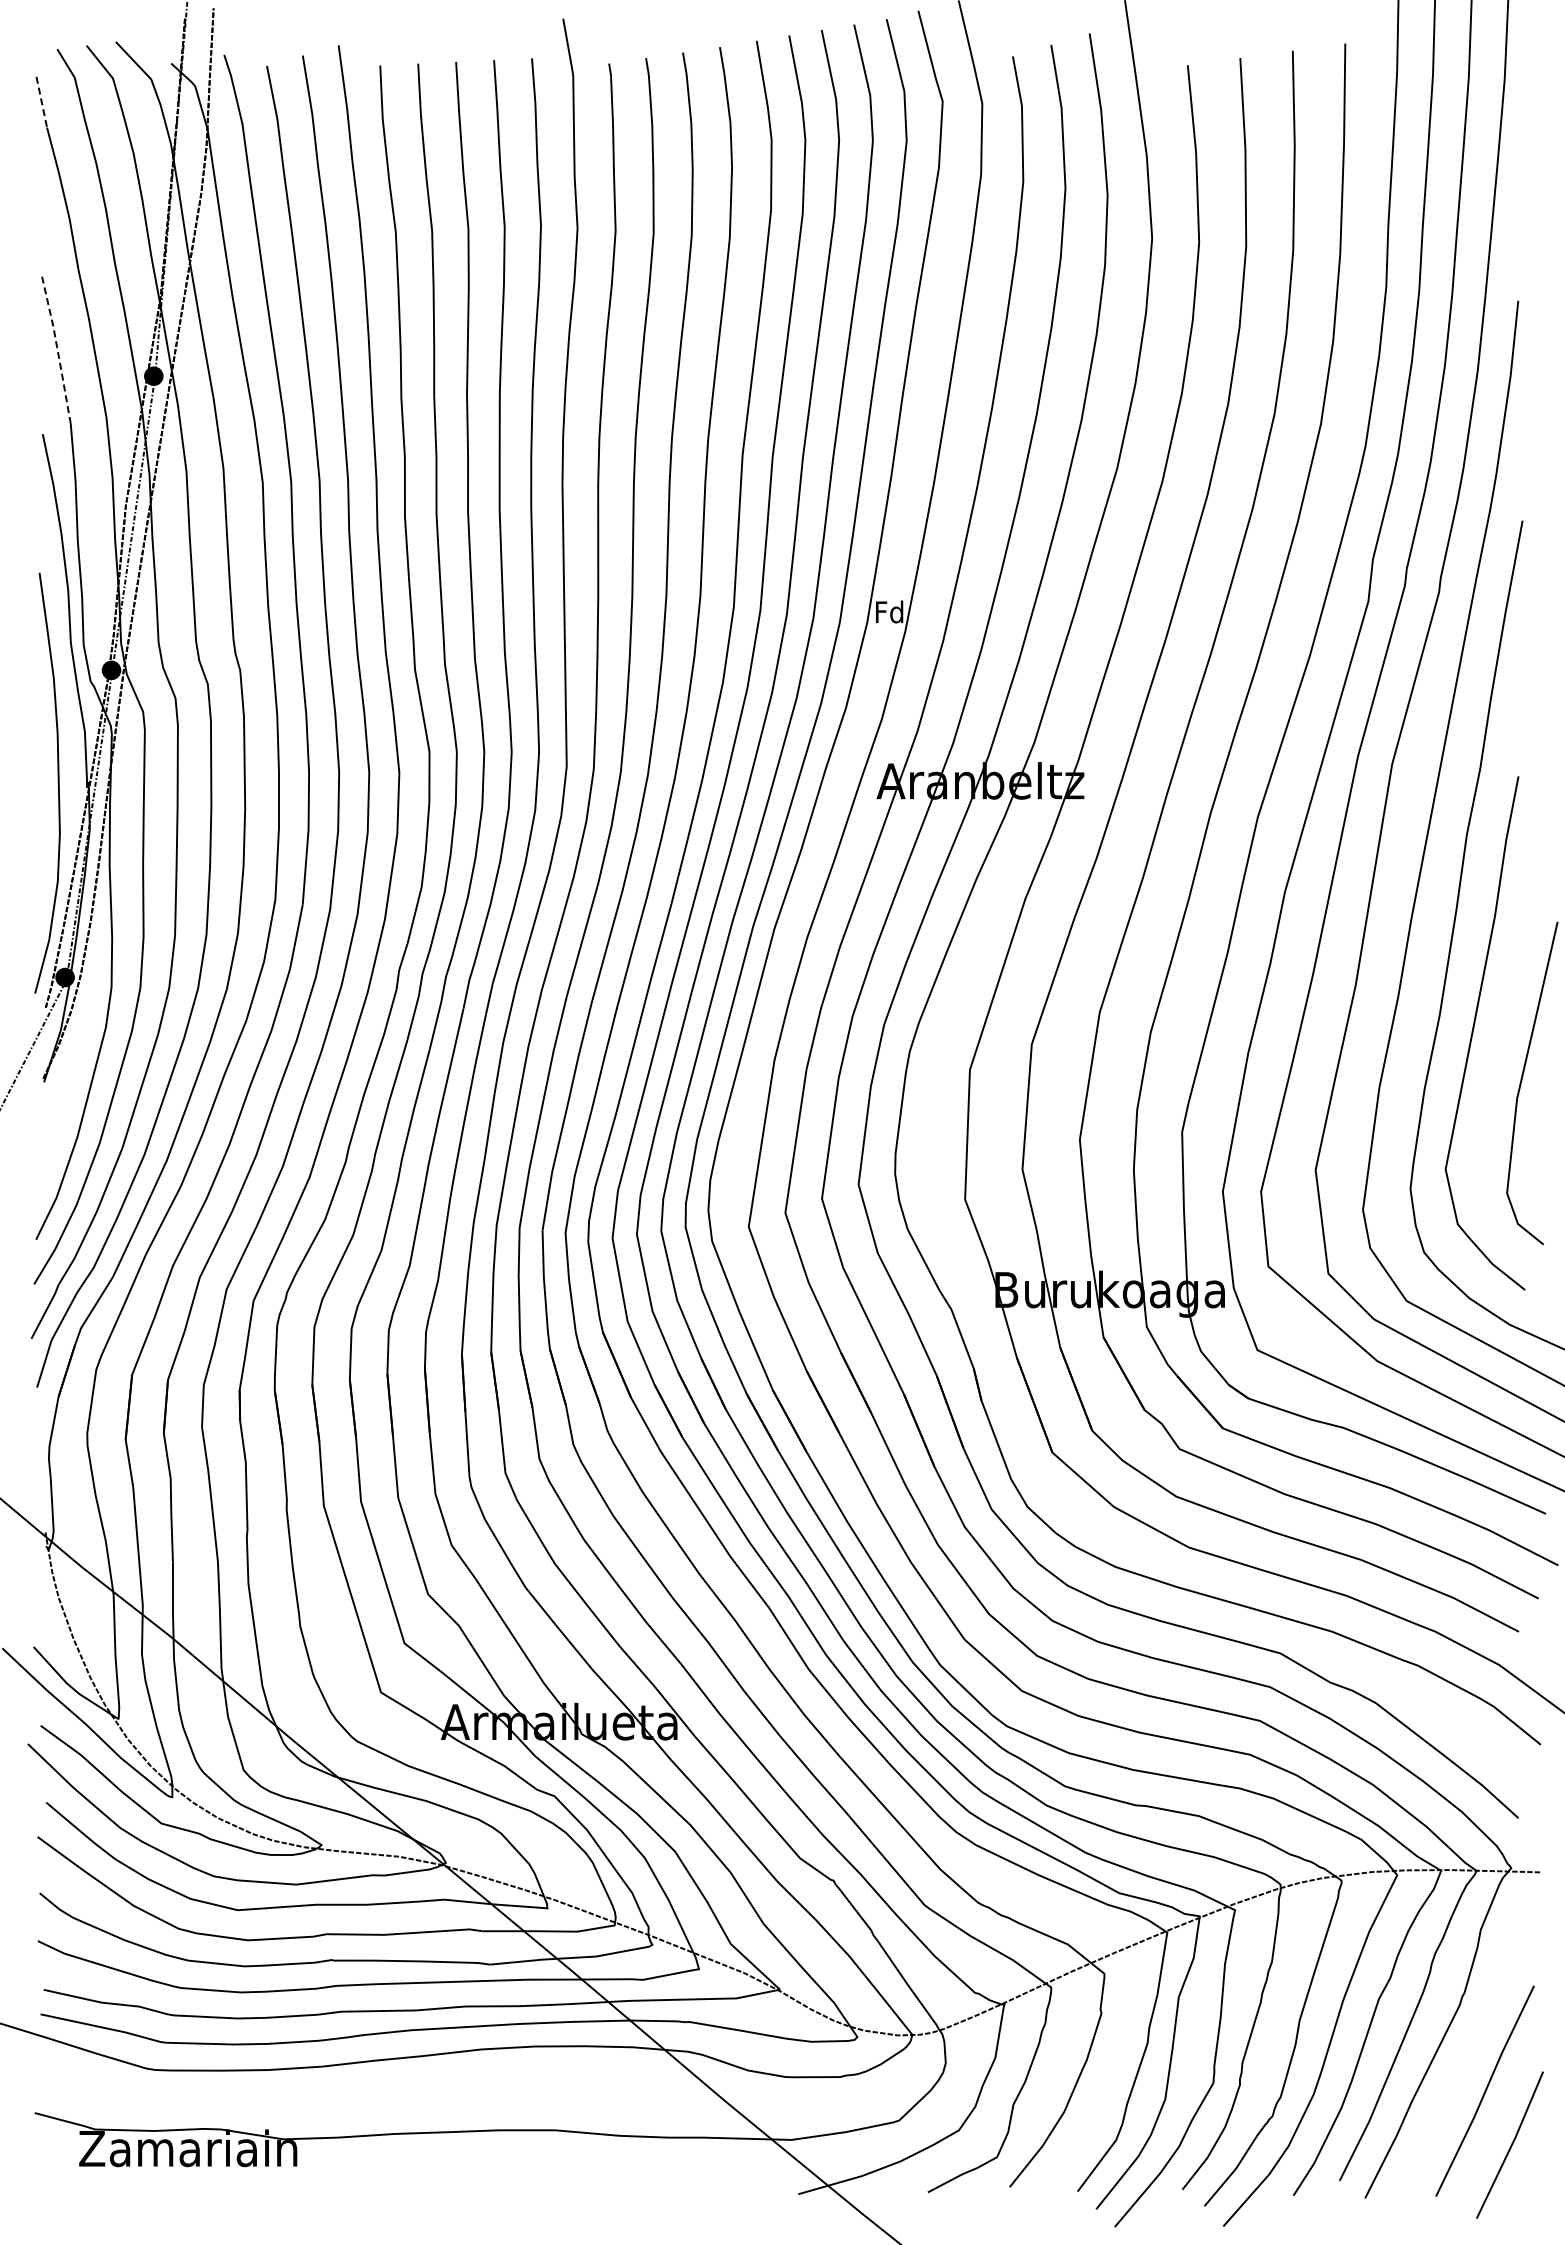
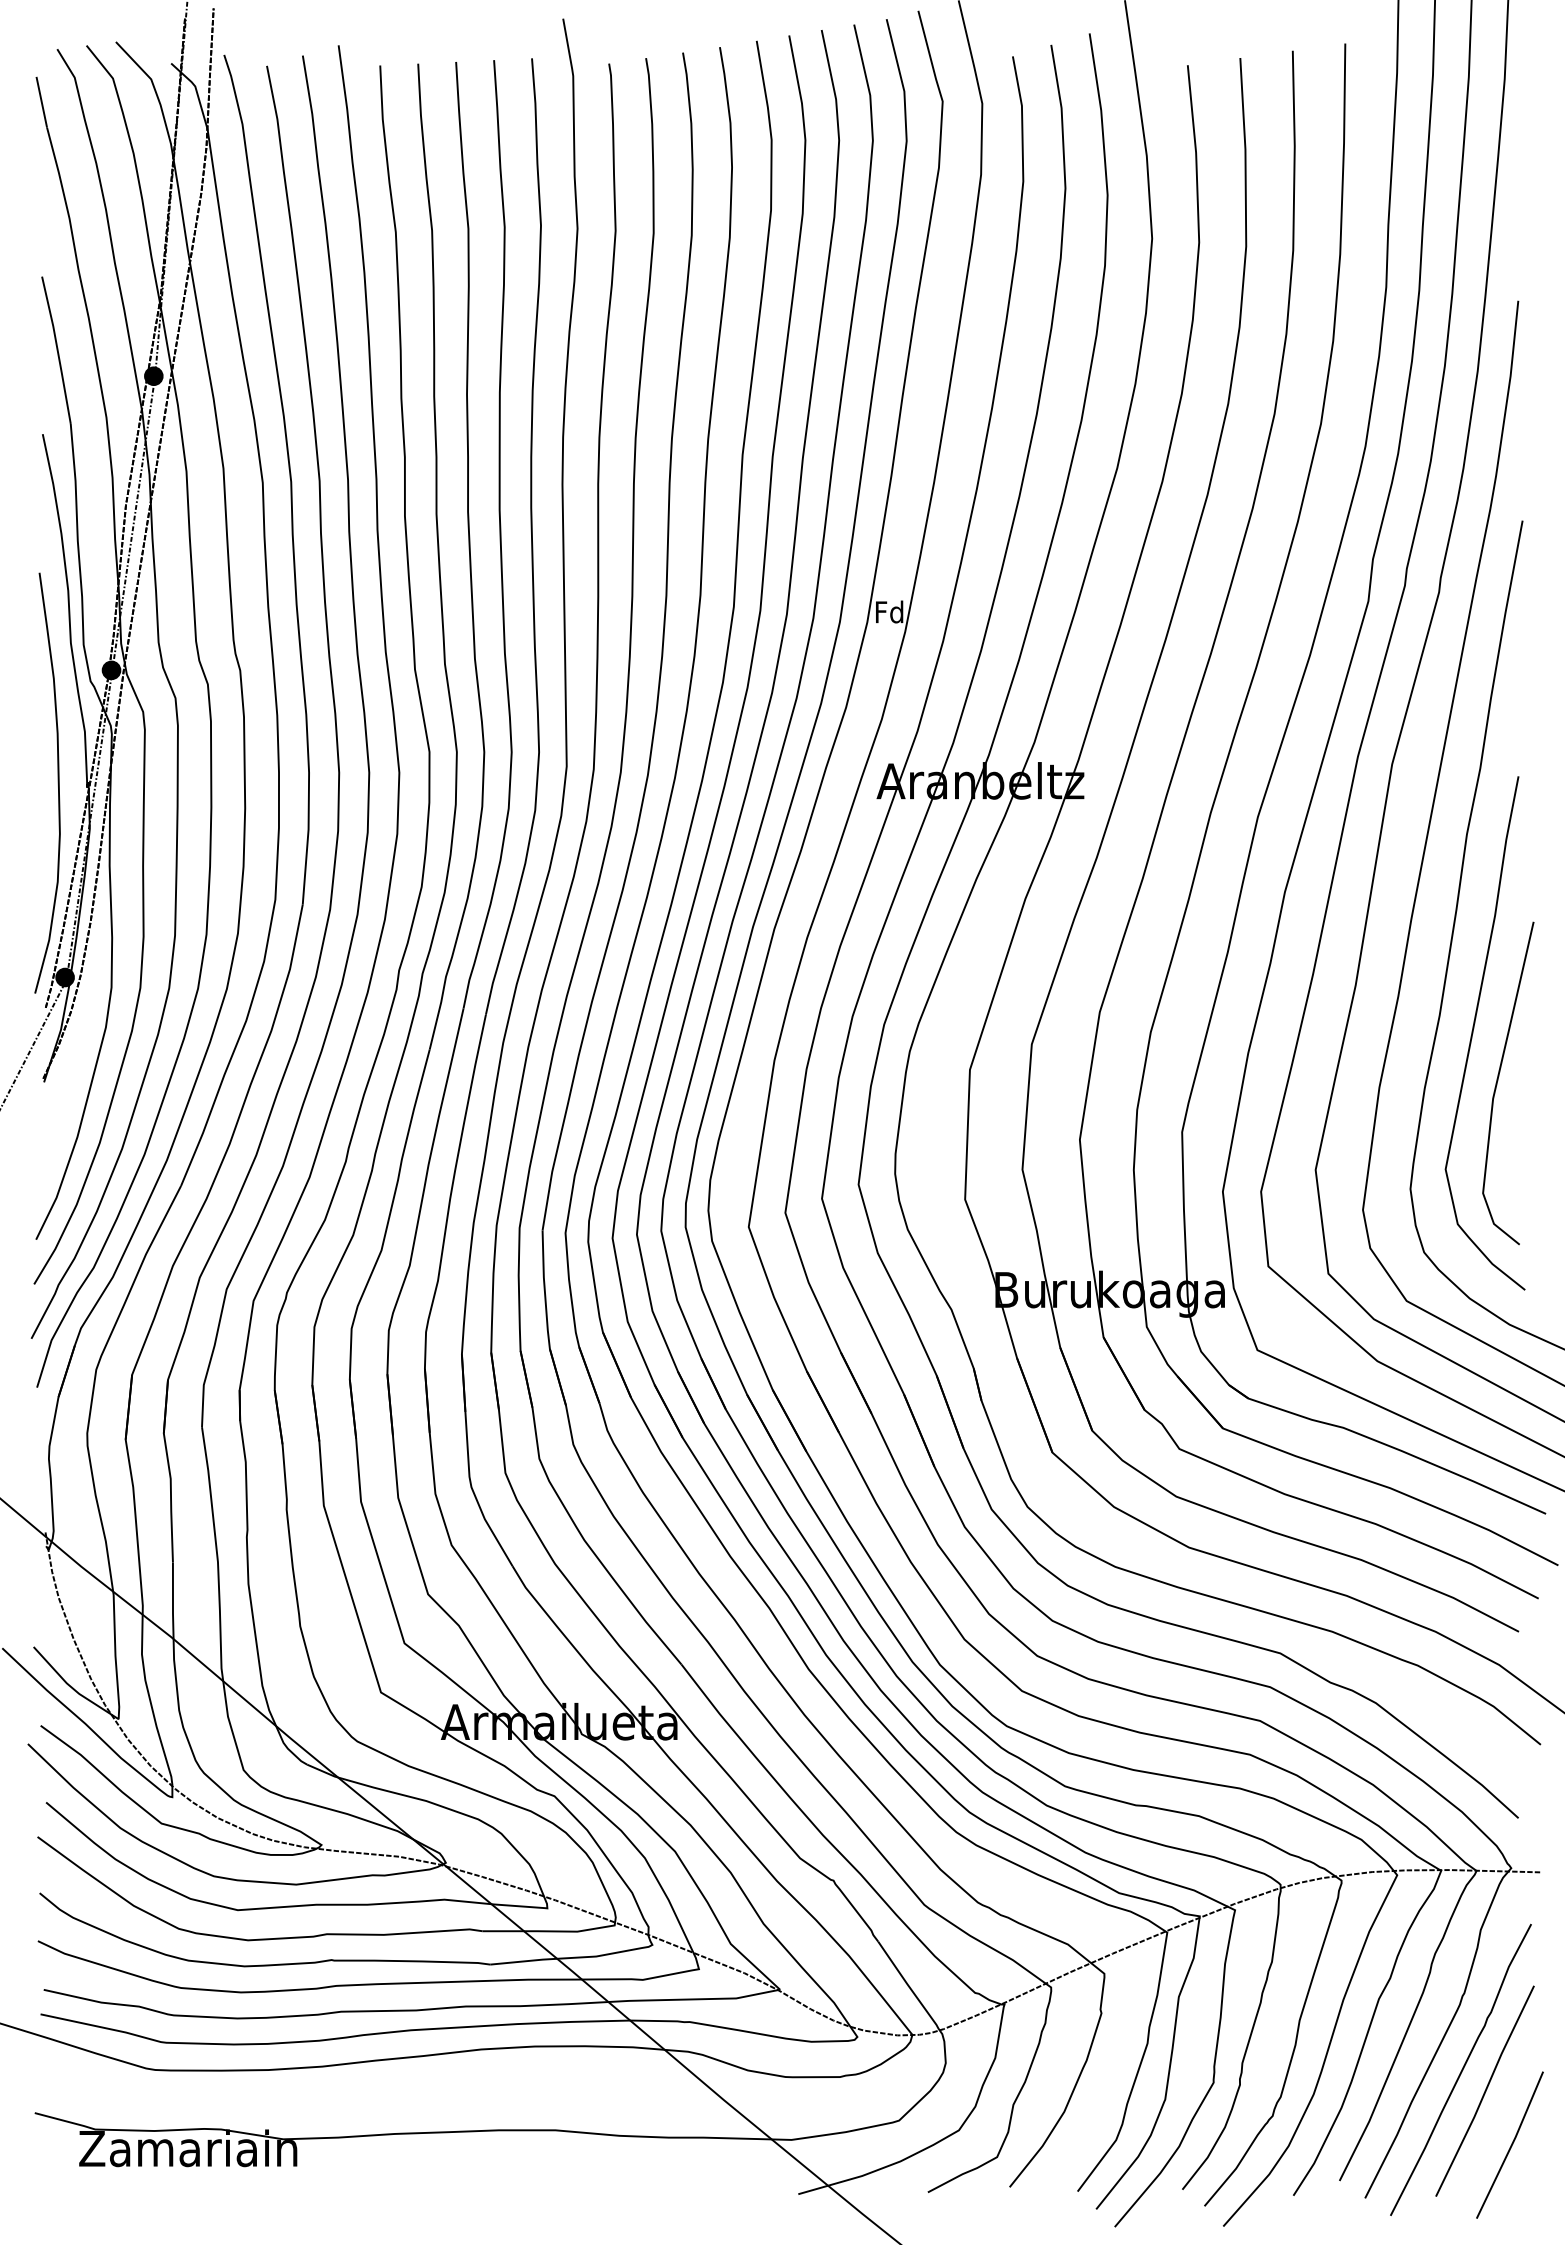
line at (41, 102): dashed -> solid
line at (57, 350): dashed -> solid
curve at (1522, 1080) position: (1522, 1080) -> (1498, 1080)
curve at (1461, 2069): none -> present
